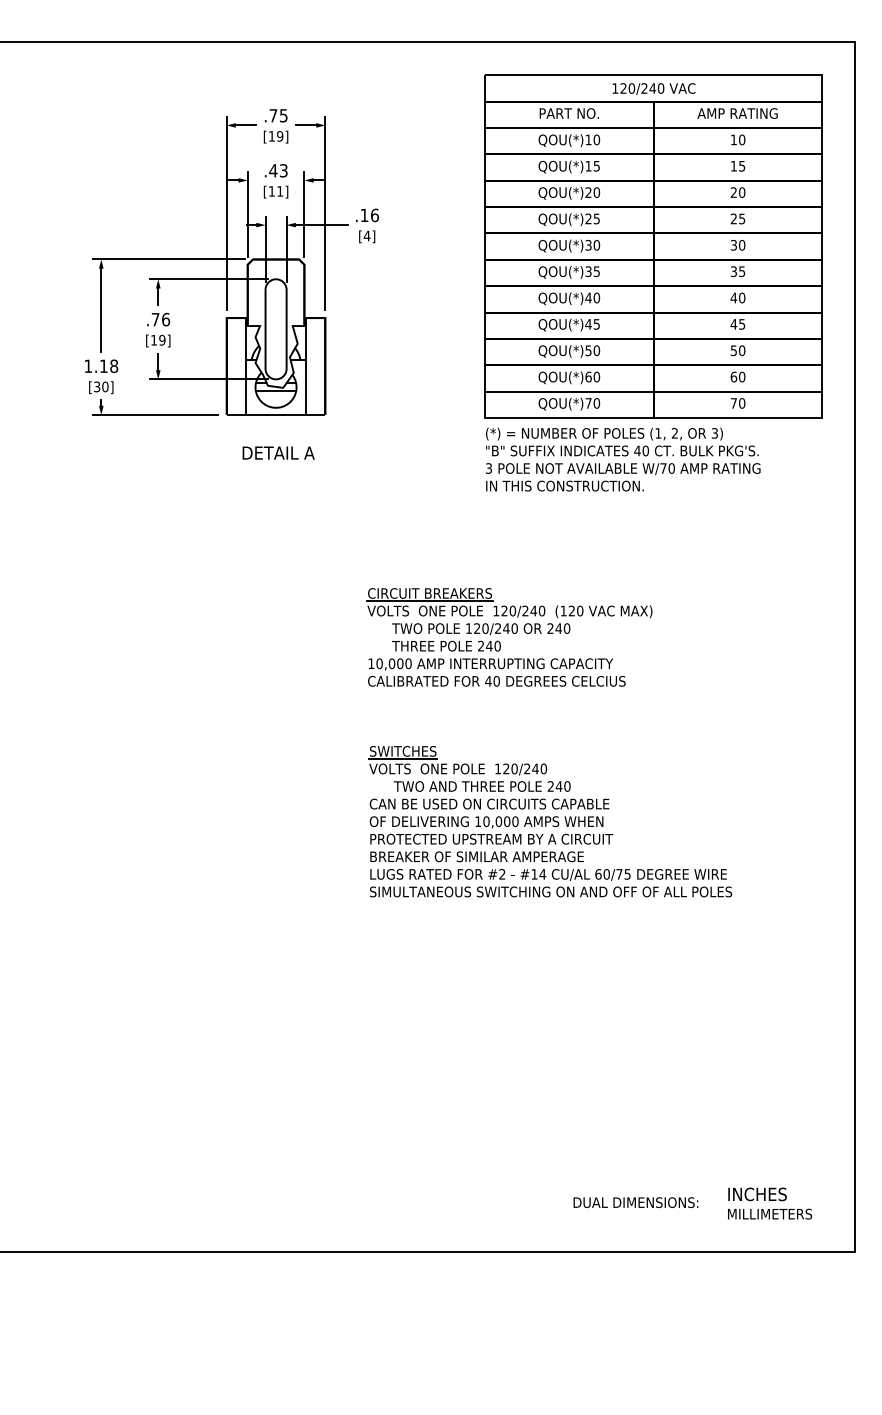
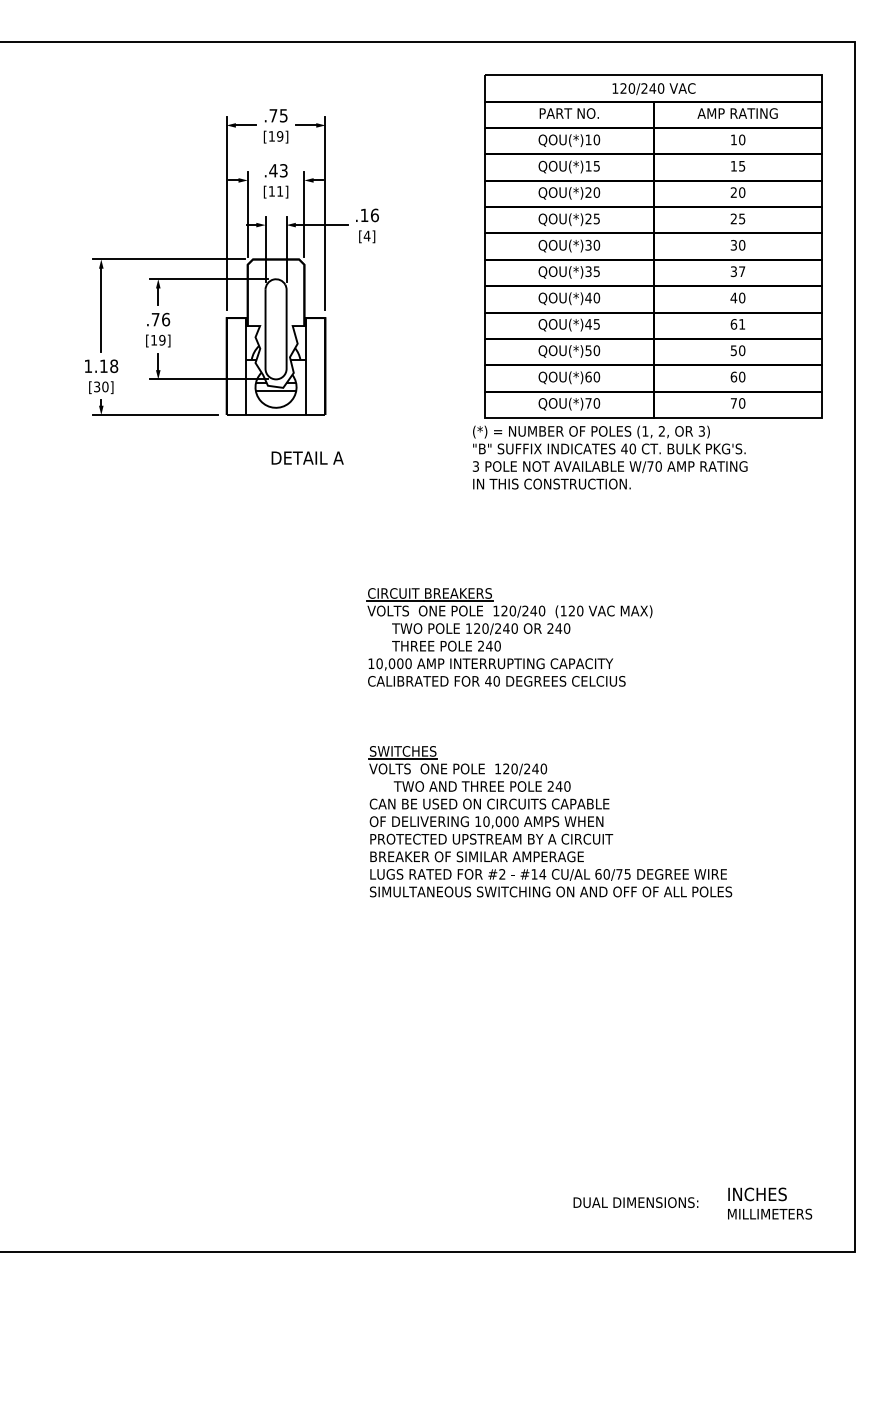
text at (742, 271): 35 -> 37
text at (737, 324): 45 -> 61
text at (278, 452) position: (278, 452) -> (307, 457)
text at (622, 459) position: (622, 459) -> (609, 457)
